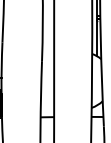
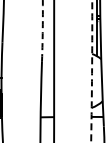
arc at (42, 29): solid -> dashed
arc at (92, 71): solid -> dashed
